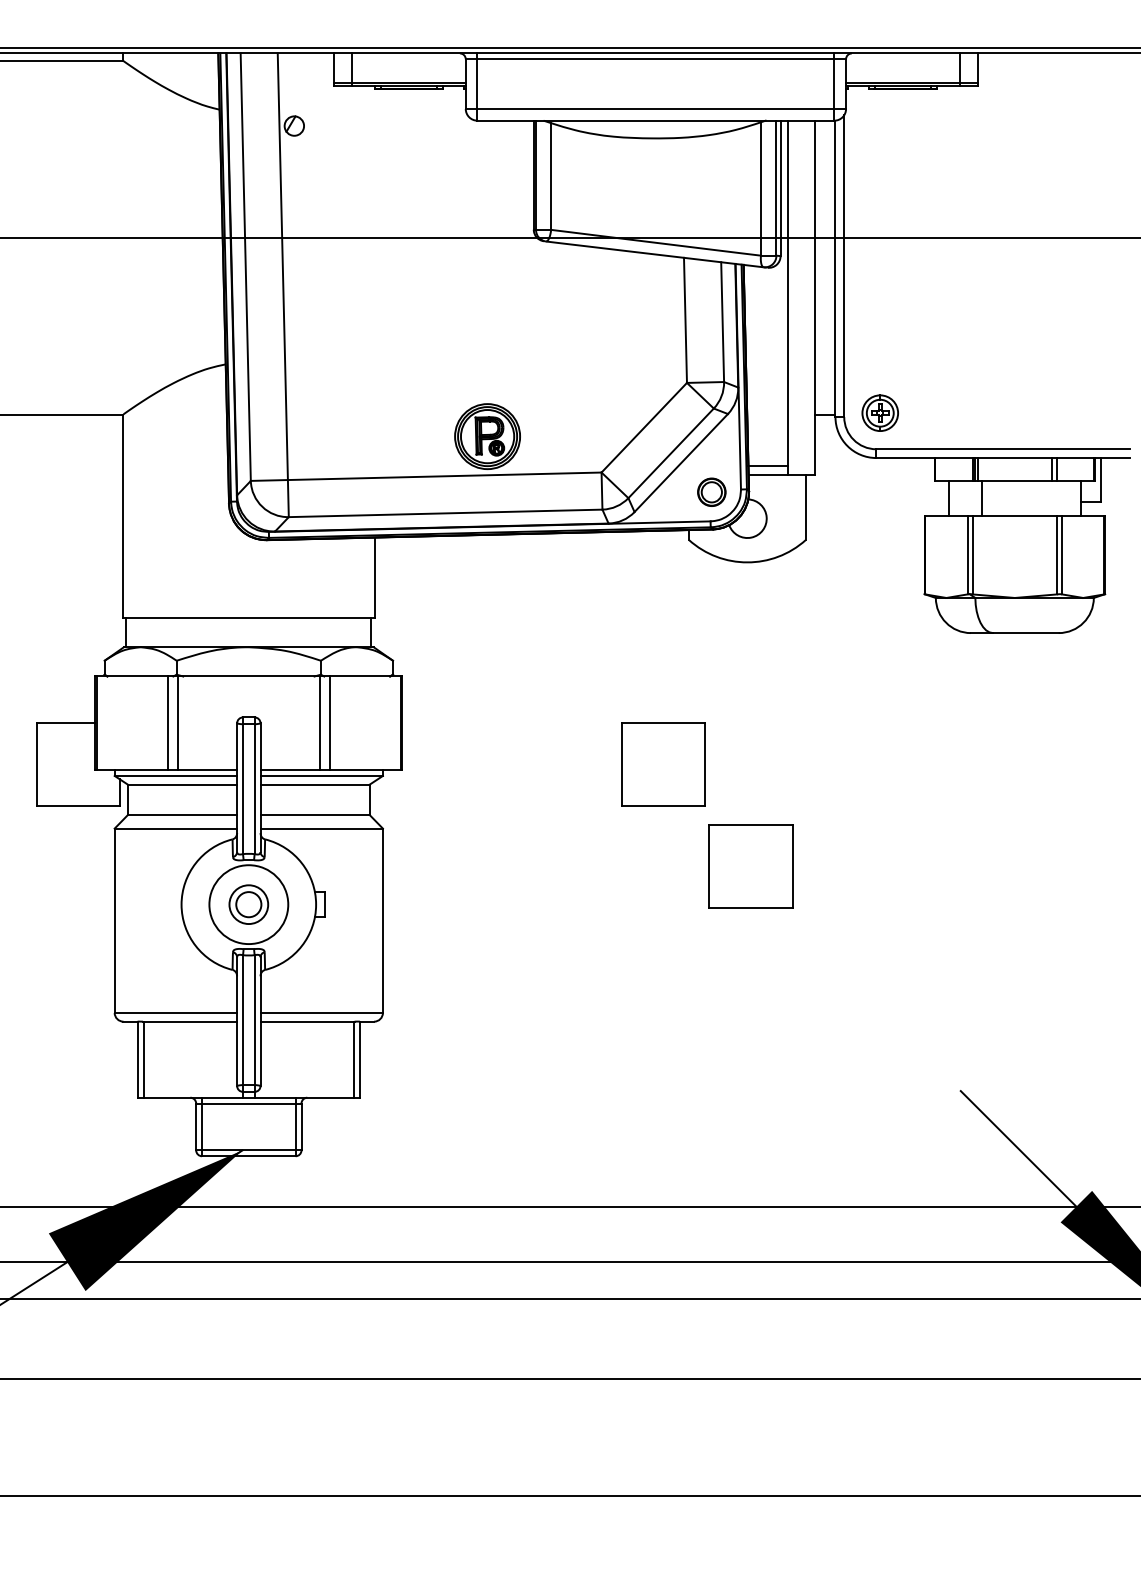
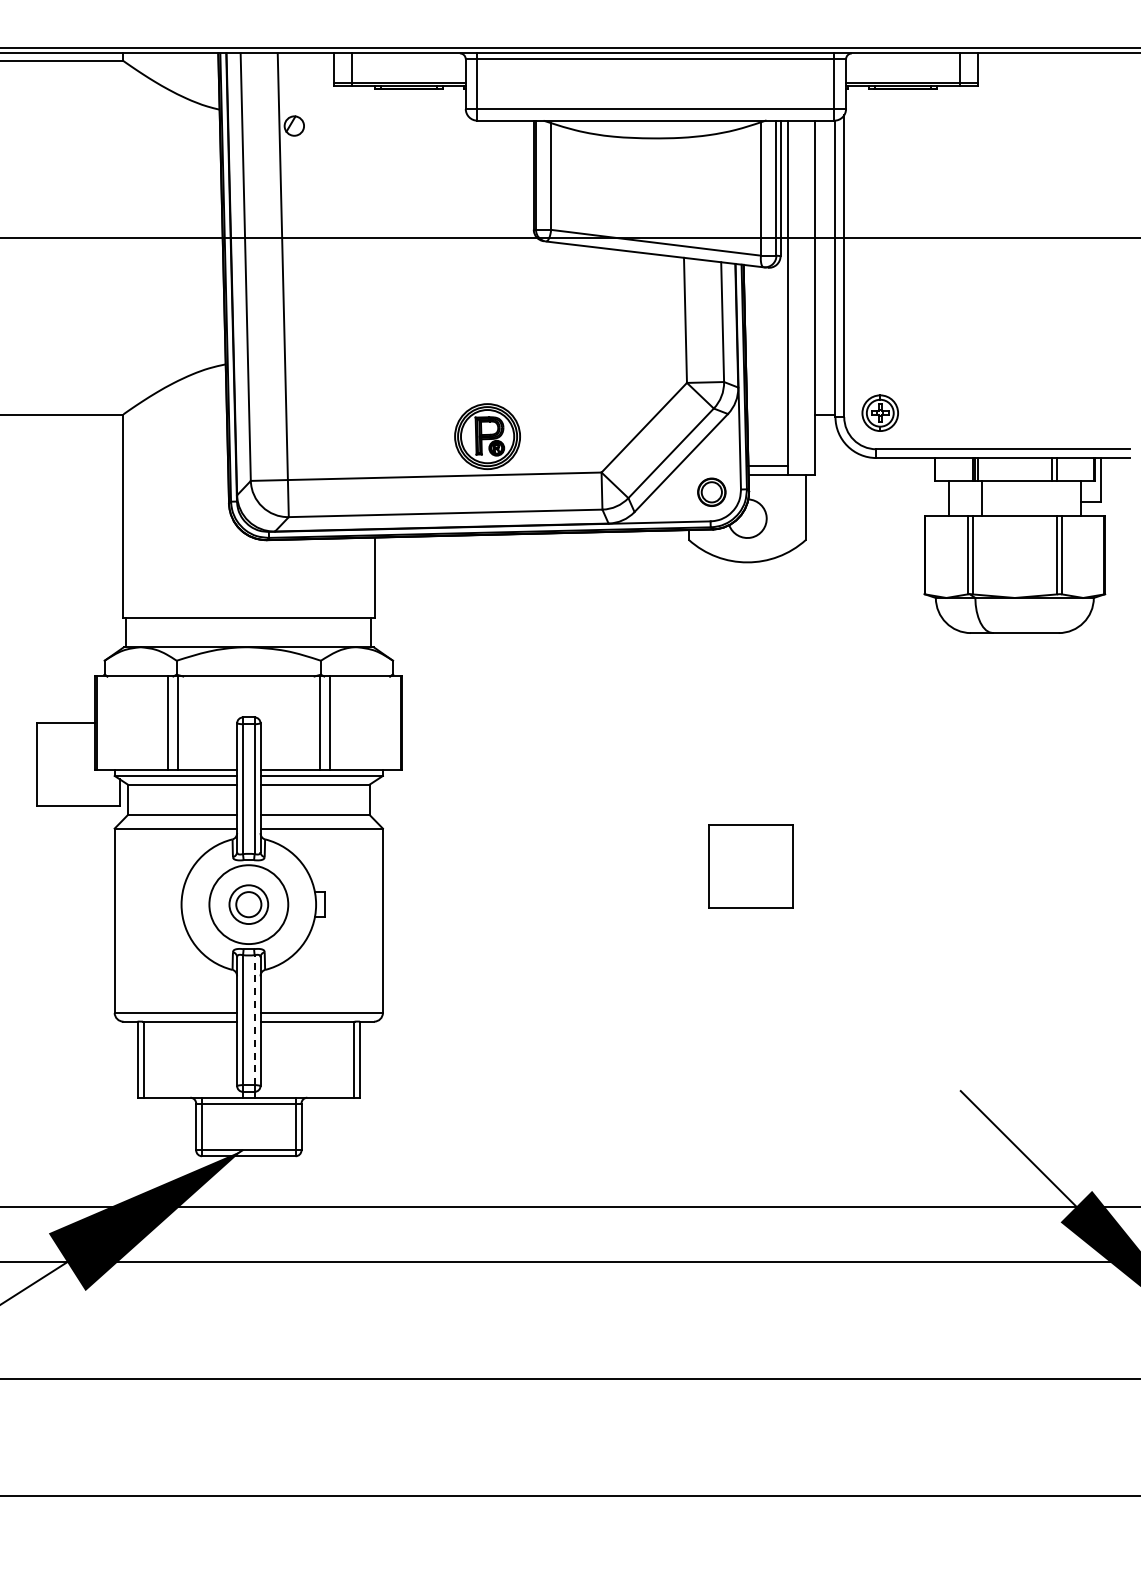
part at (663, 764): present -> none
line at (254, 1020): solid -> dashed
line at (569, 1298): present -> none
